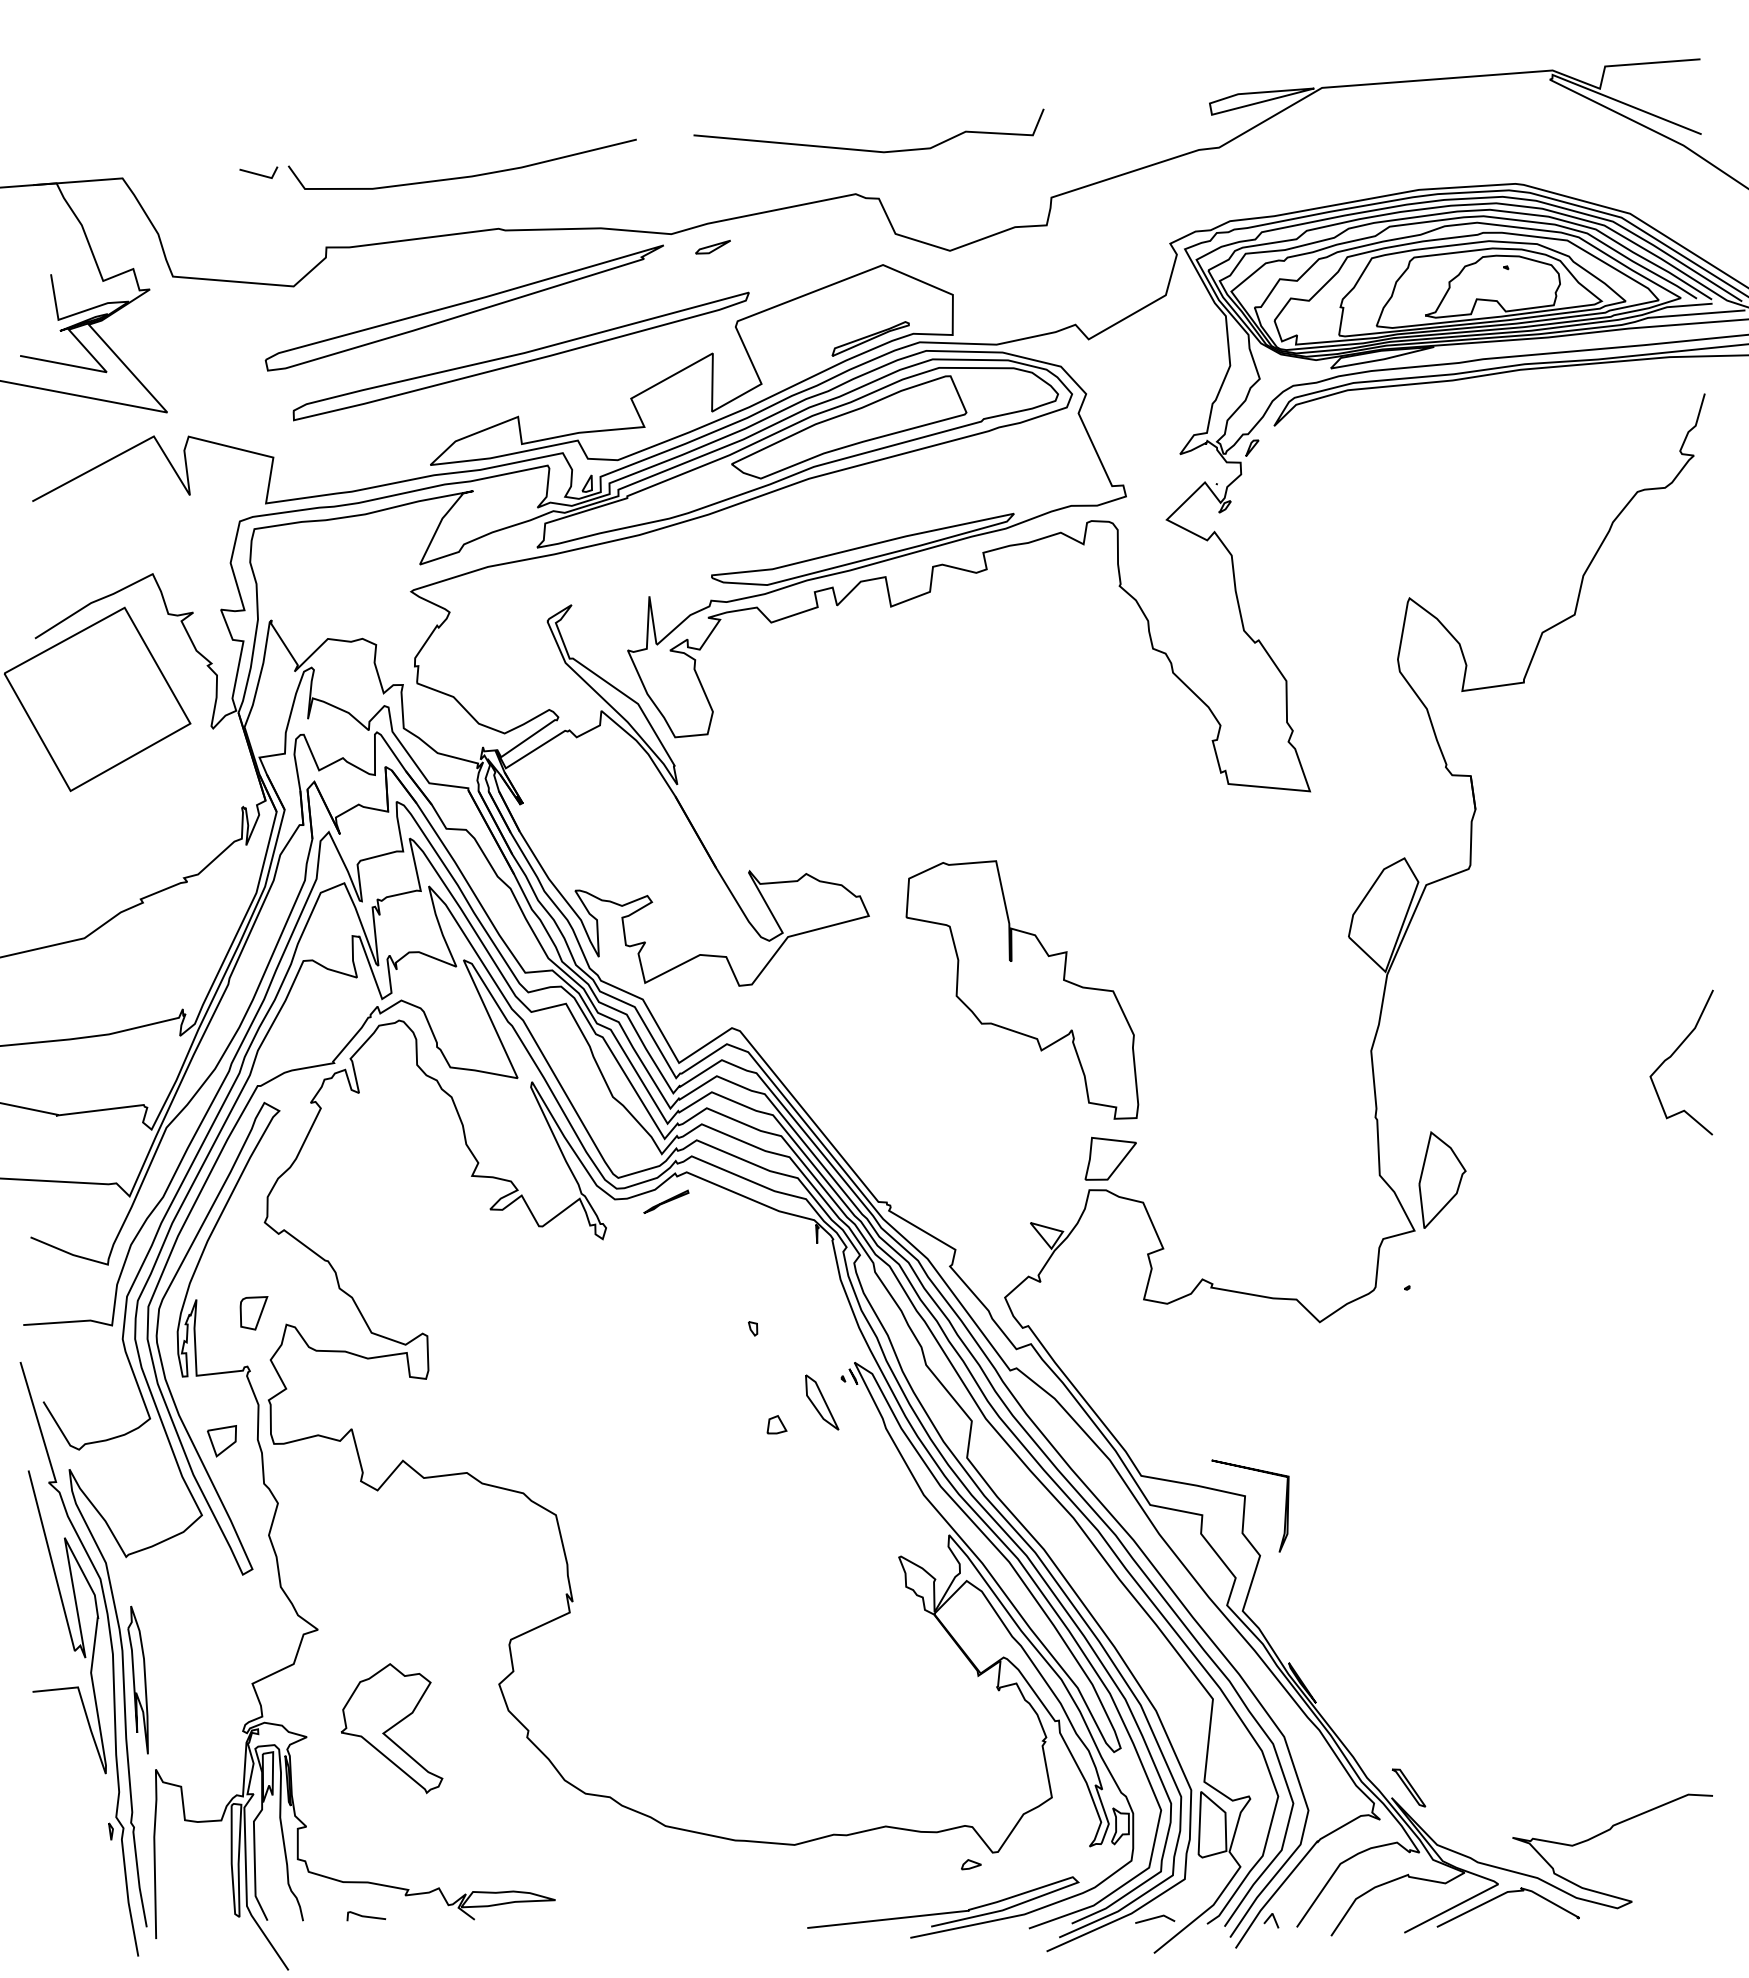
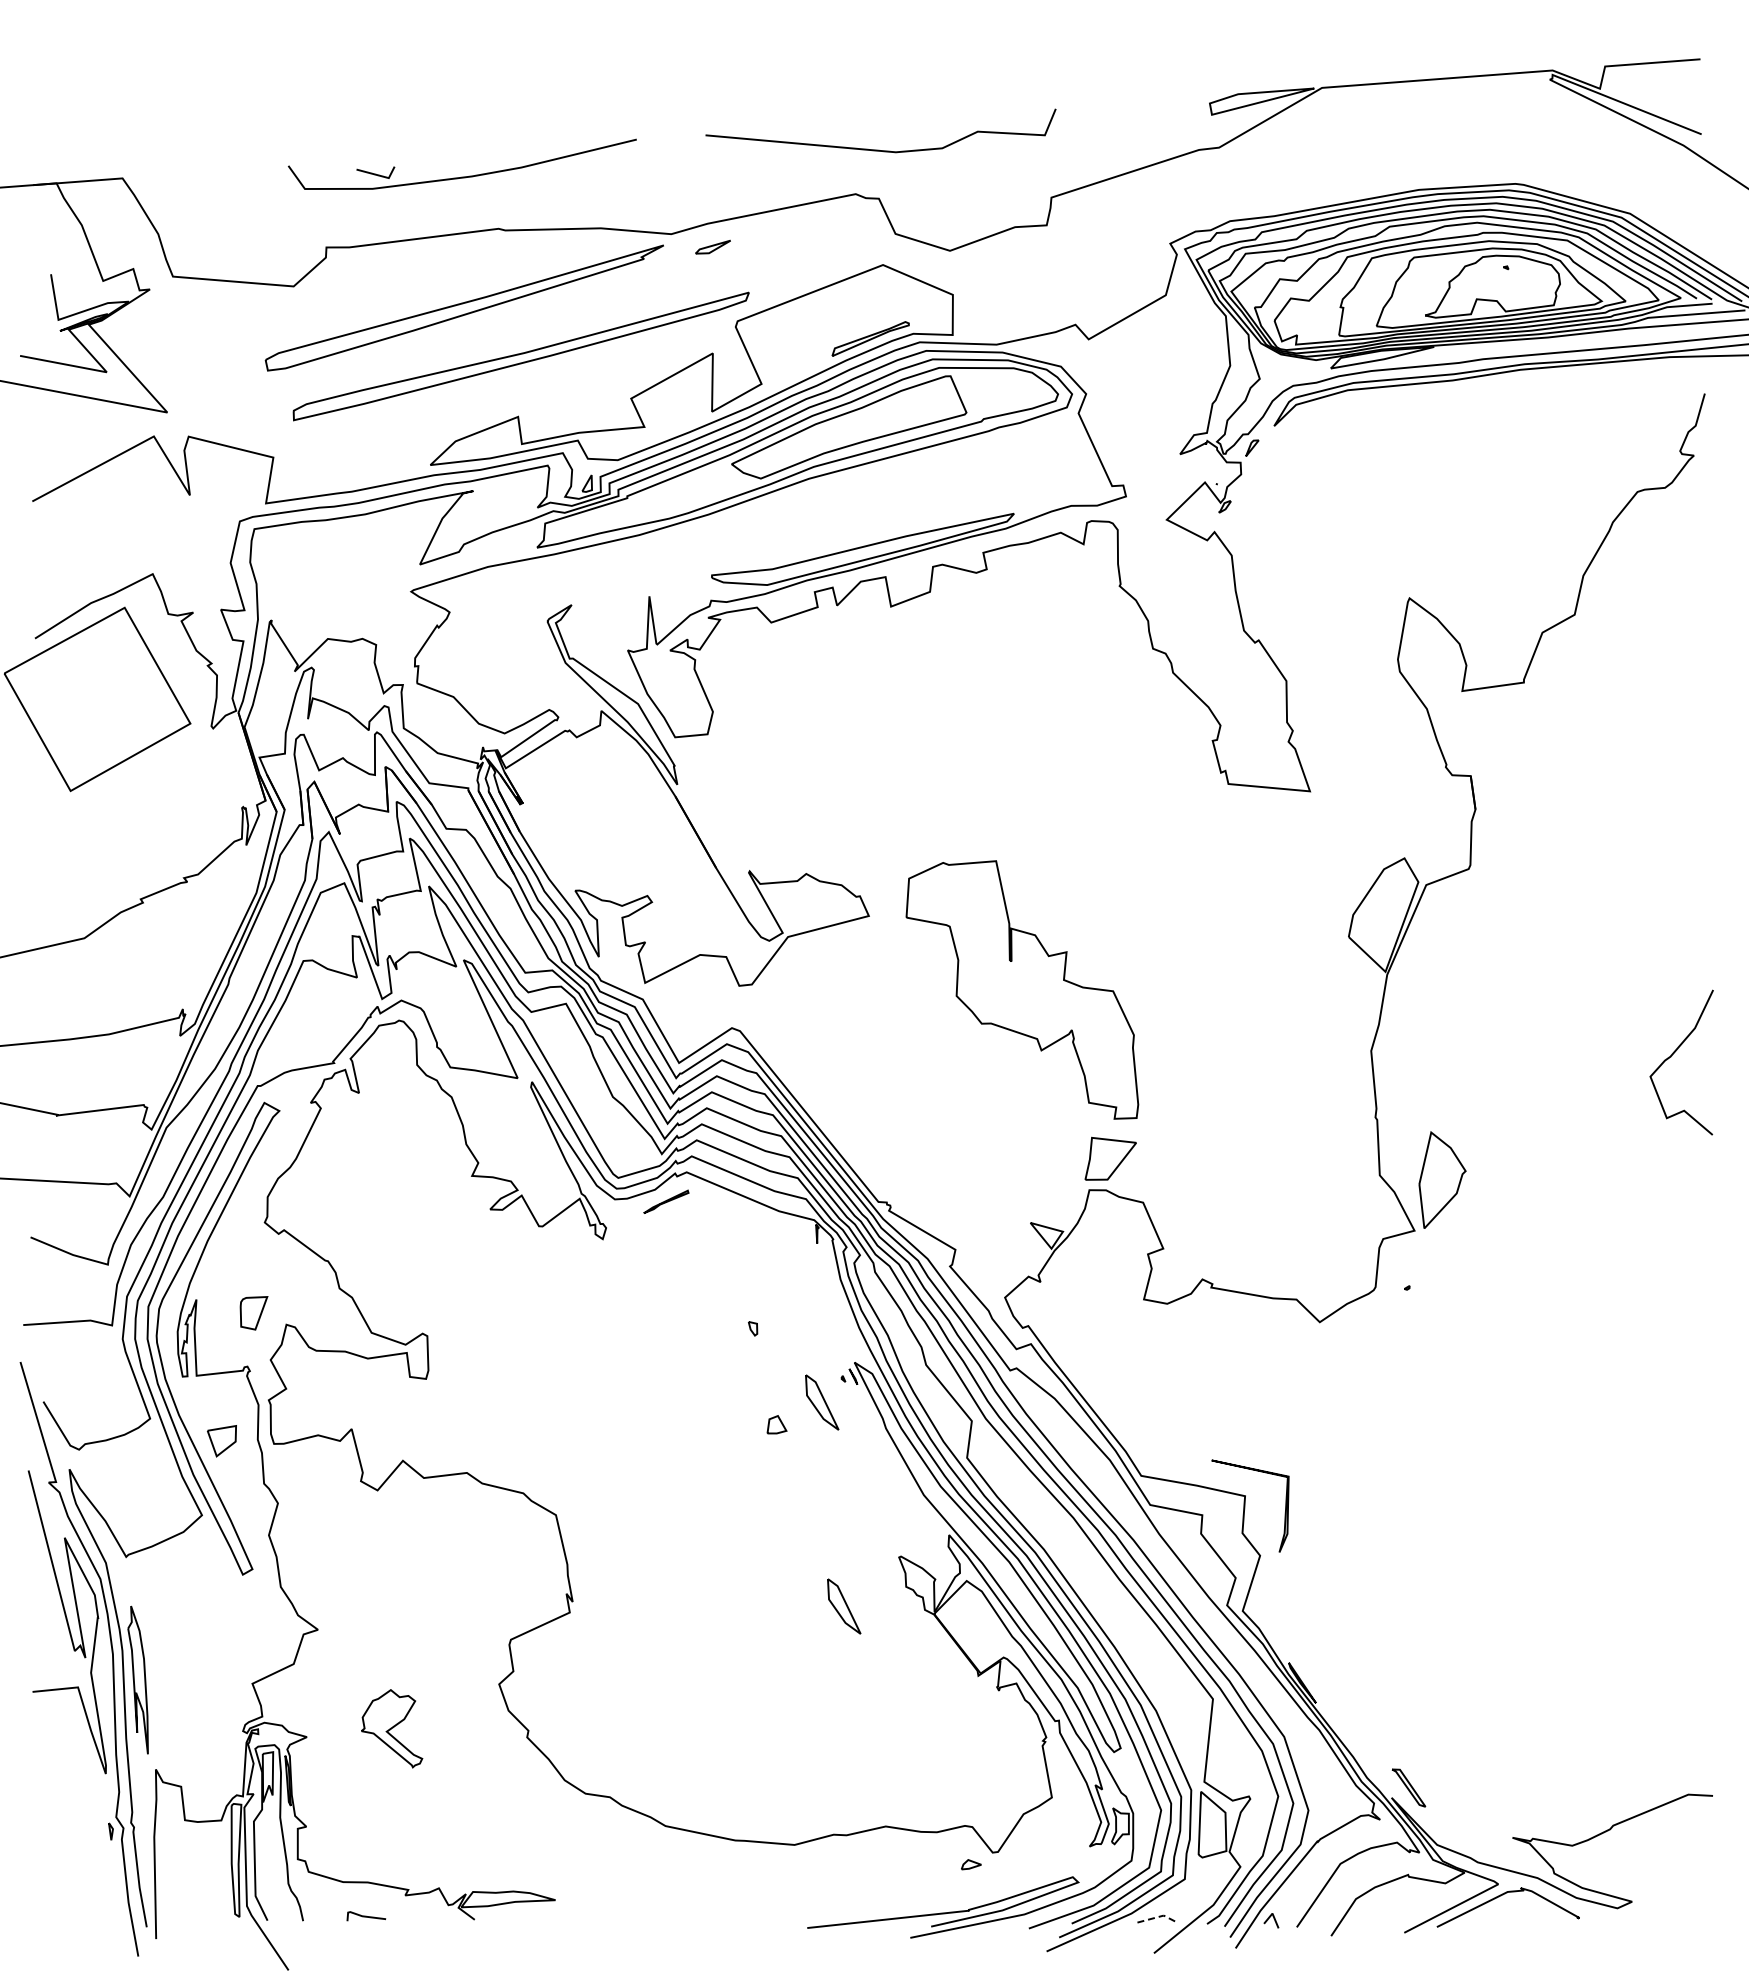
curve at (867, 149) position: (867, 149) -> (879, 149)
line at (258, 173) position: (258, 173) -> (375, 173)
part at (844, 1606): none -> present
part at (391, 1728) size: 104x132 px -> 63x80 px
line at (1156, 1917): solid -> dashed
